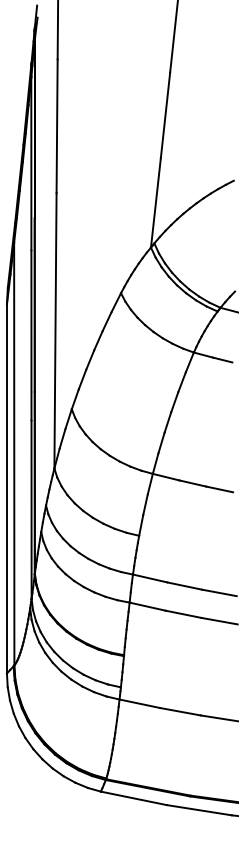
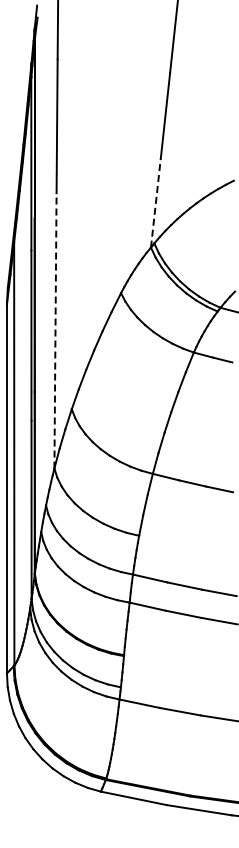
line at (155, 202): solid -> dashed
line at (55, 330): solid -> dashed
